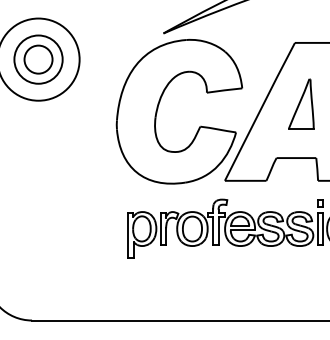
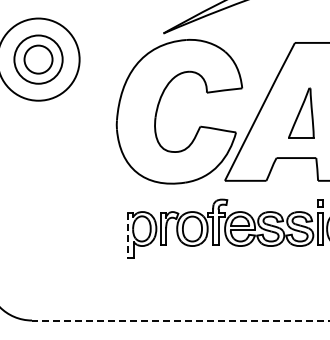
part at (301, 103) position: (301, 103) -> (301, 112)
line at (128, 235): solid -> dashed
line at (180, 320): solid -> dashed
